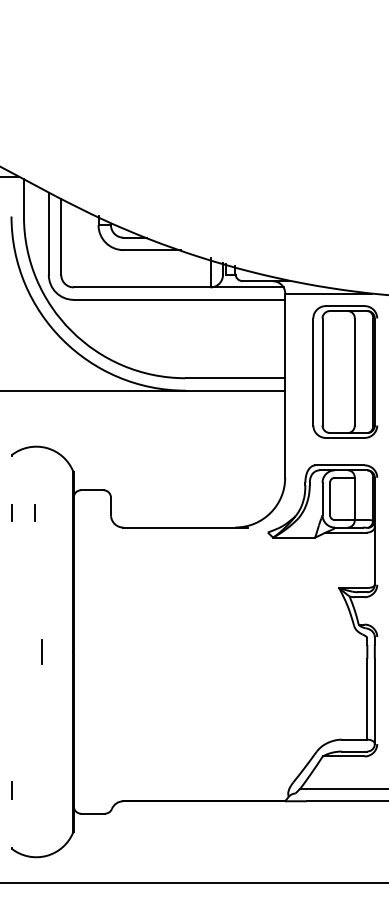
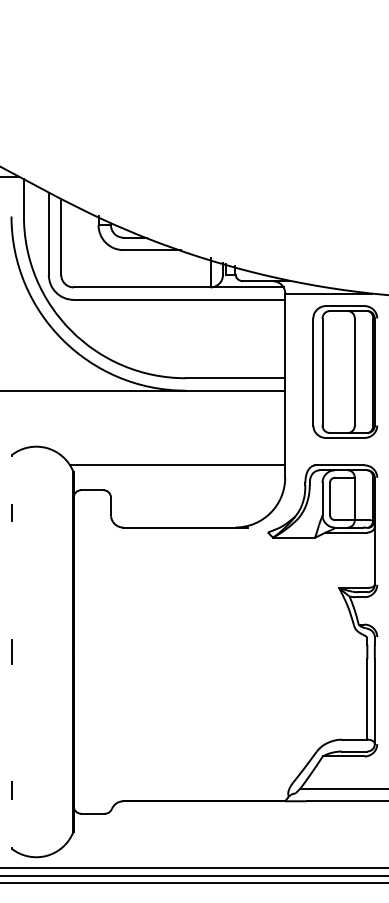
line at (177, 465): none -> present
line at (34, 512): present -> none
line at (41, 651) position: (41, 651) -> (11, 651)
line at (193, 868): none -> present
line at (193, 875): none -> present
